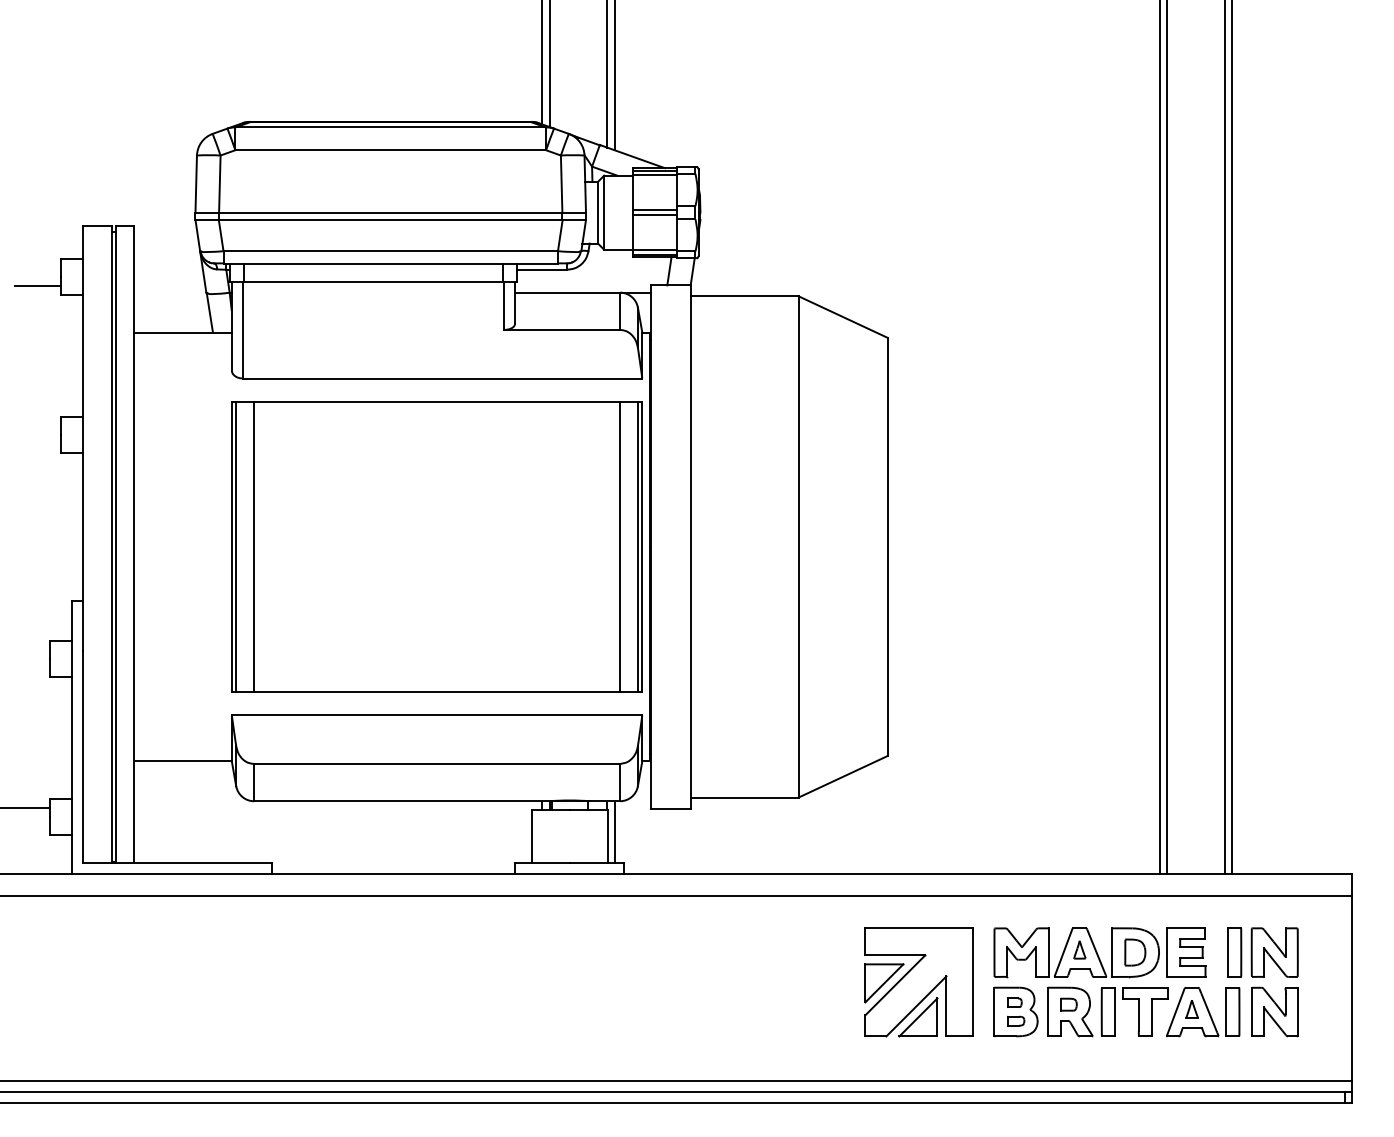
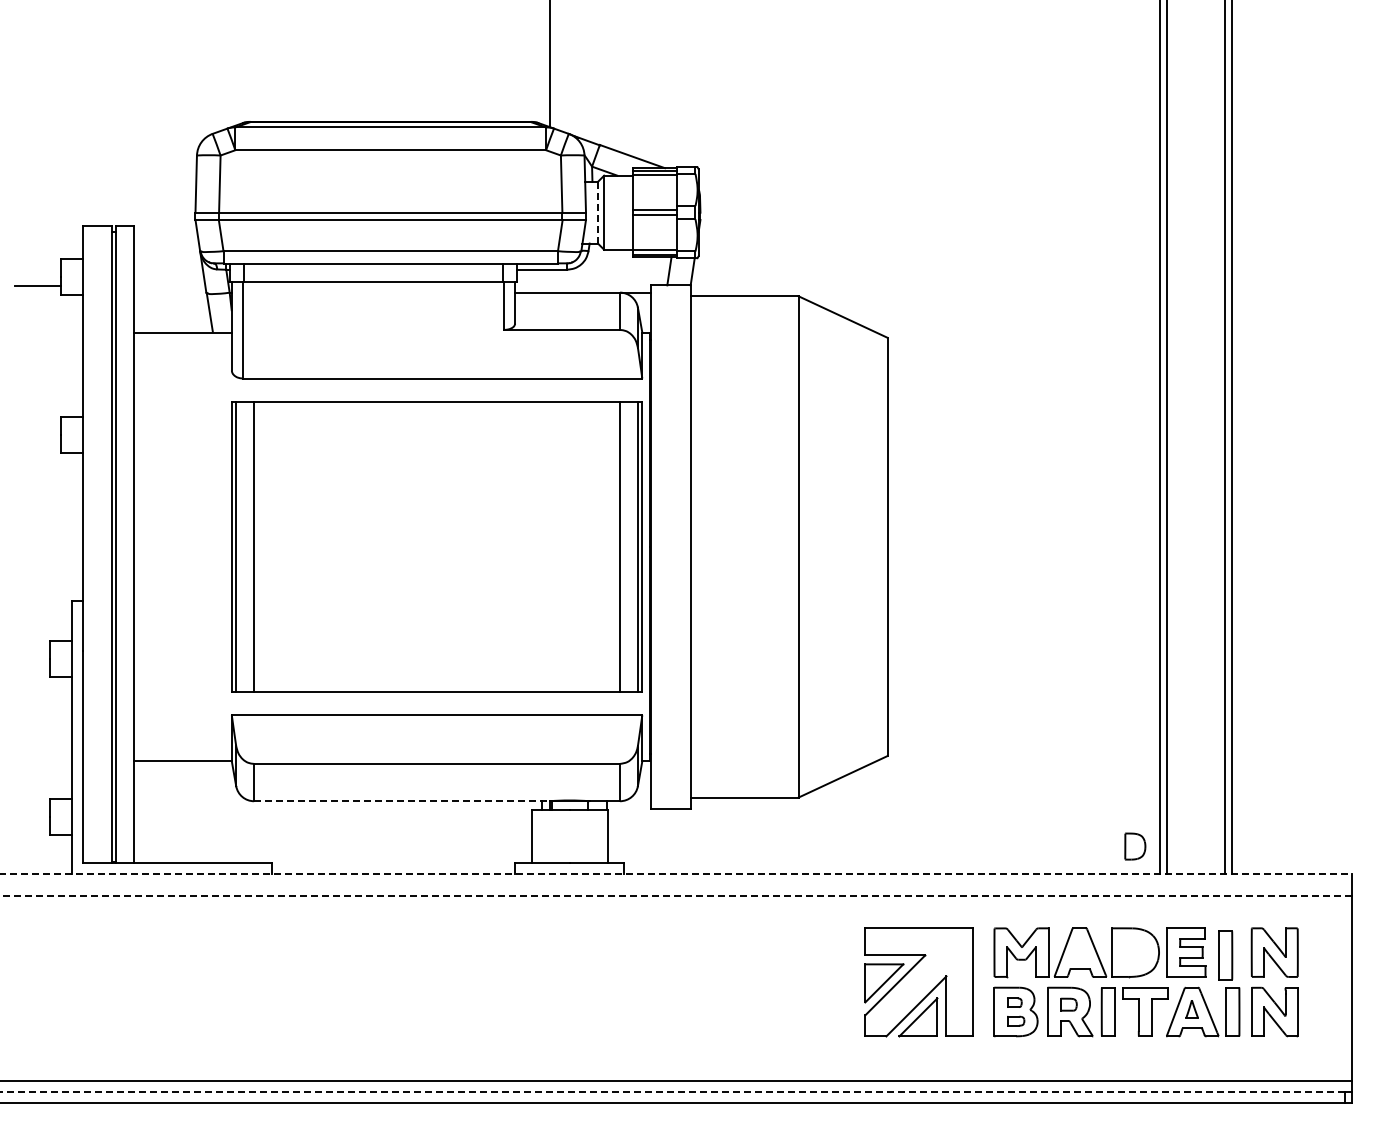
line at (542, 63): present -> none
line at (607, 74): present -> none
line at (614, 76): present -> none
line at (598, 212): solid -> dashed
line at (401, 801): solid -> dashed
line at (26, 807): present -> none
line at (614, 832): present -> none
line at (676, 873): solid -> dashed
line at (676, 895): solid -> dashed
part at (1079, 949): present -> none
part at (1135, 952) position: (1135, 952) -> (1135, 846)
part at (1234, 952) position: (1234, 952) -> (1225, 955)
line at (672, 1091): solid -> dashed
